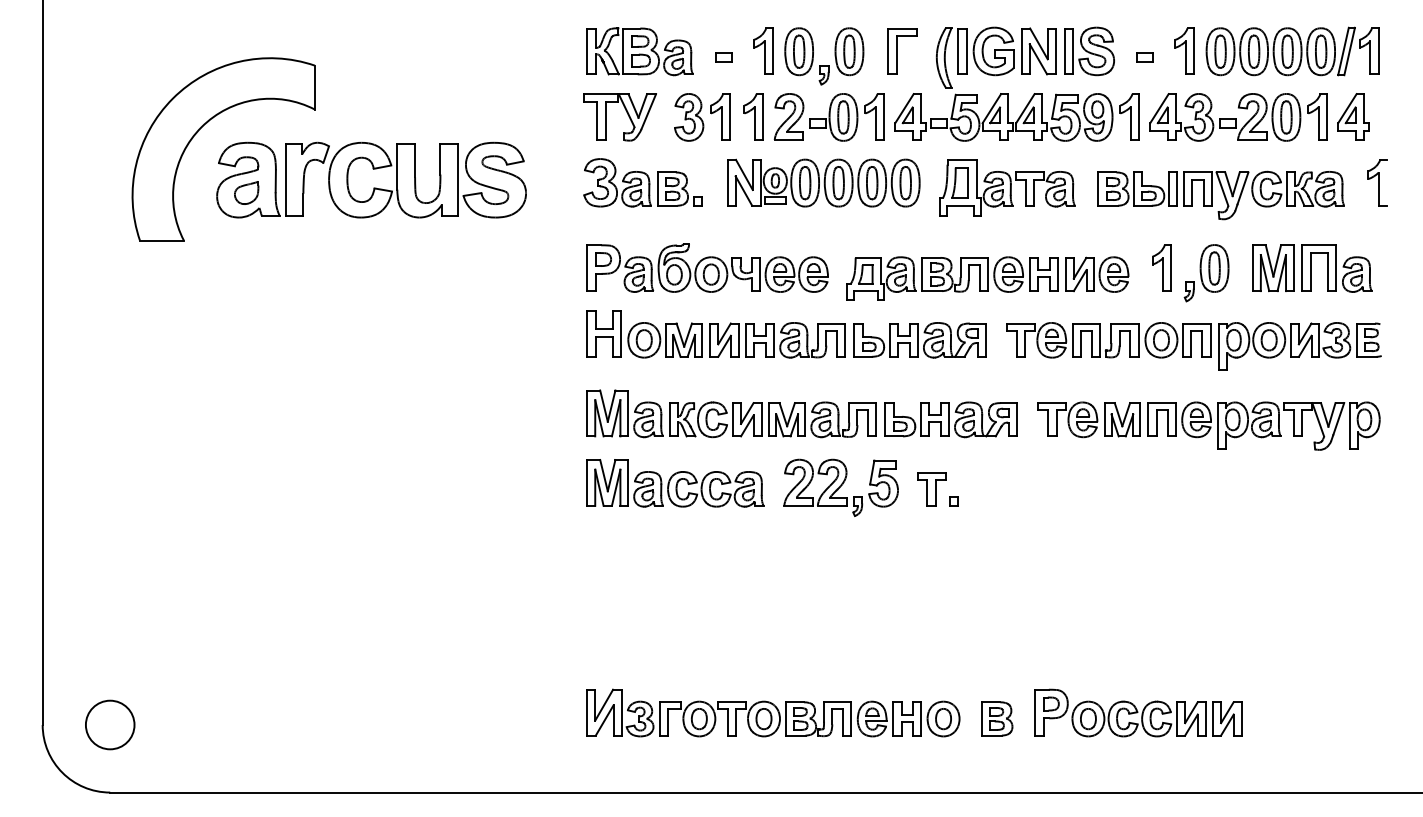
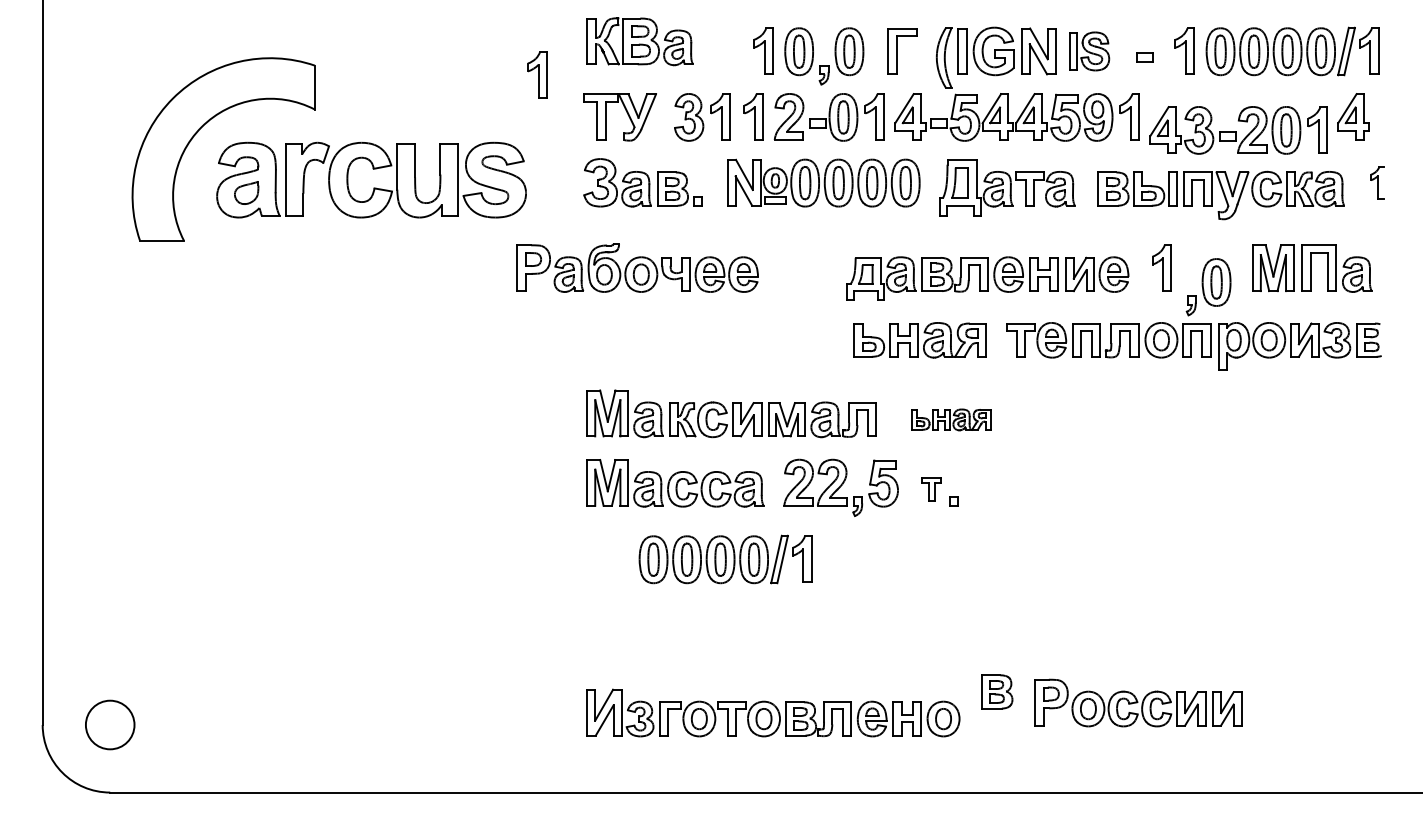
part at (639, 51) position: (639, 51) -> (639, 41)
part at (1089, 51) size: 51x51 px -> 42x41 px
part at (723, 57): present -> none
part at (537, 74): none -> present
part at (1238, 117) position: (1238, 117) -> (1238, 130)
part at (1377, 182) size: 21x48 px -> 15x34 px
part at (707, 267) position: (707, 267) -> (637, 267)
part at (1206, 273) position: (1206, 273) -> (1208, 287)
part at (715, 334): present -> none
part at (950, 419) size: 134x38 px -> 81x24 px
part at (1208, 425): present -> none
part at (931, 489) size: 30x35 px -> 21x25 px
part at (725, 559): none -> present
part at (1138, 712) position: (1138, 712) -> (1138, 702)
part at (997, 718) position: (997, 718) -> (997, 691)
